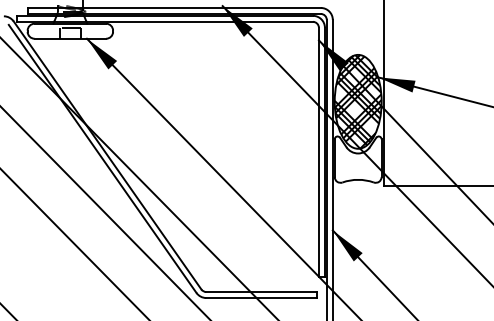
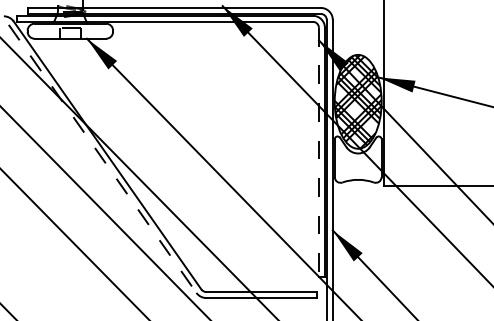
line at (318, 152): solid -> dashed
line at (102, 158): solid -> dashed
